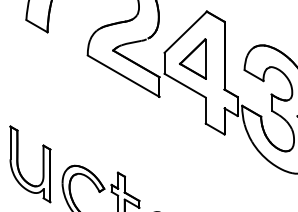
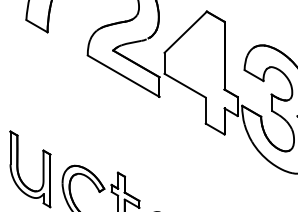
part at (192, 58): present -> none
part at (19, 168) position: (19, 168) -> (19, 173)
